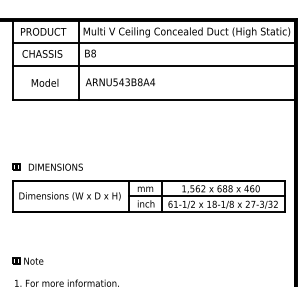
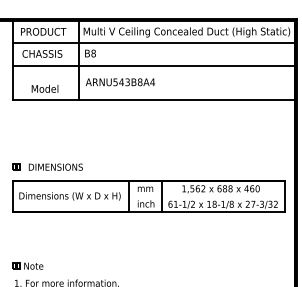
text at (44, 82) position: (44, 82) -> (44, 88)
line at (206, 196): present -> none
part at (27, 260) position: (27, 260) -> (27, 265)
